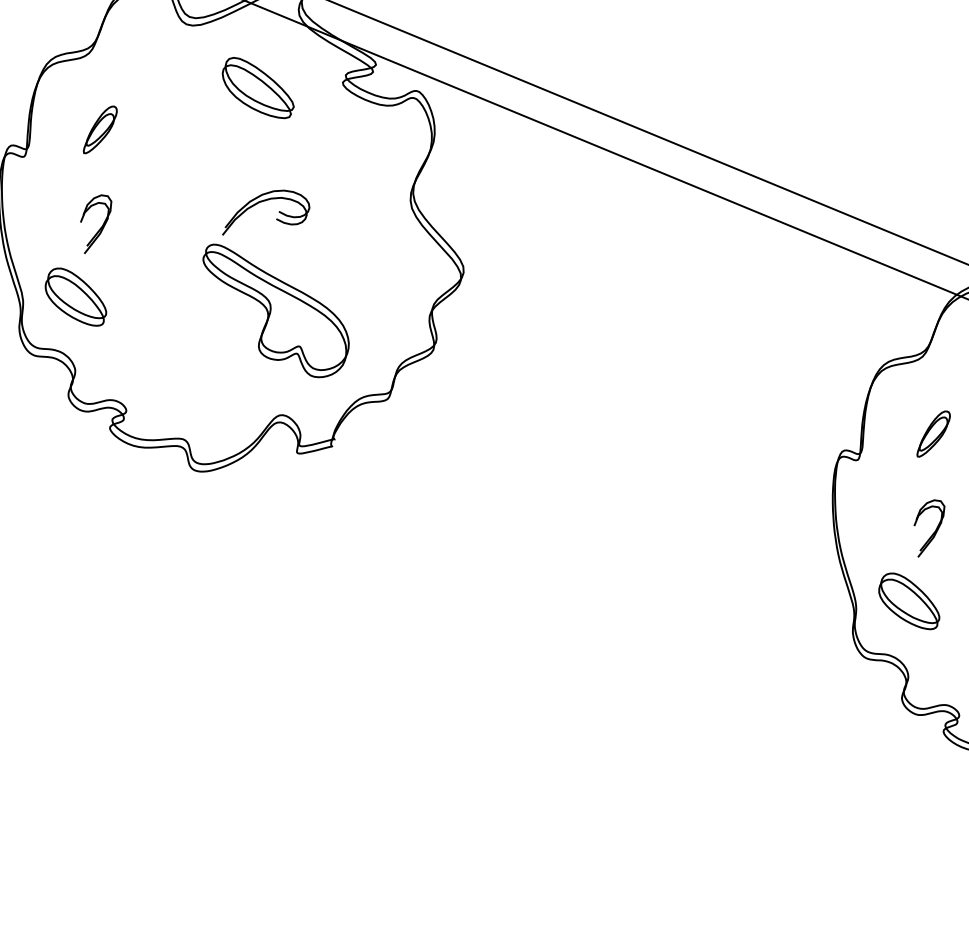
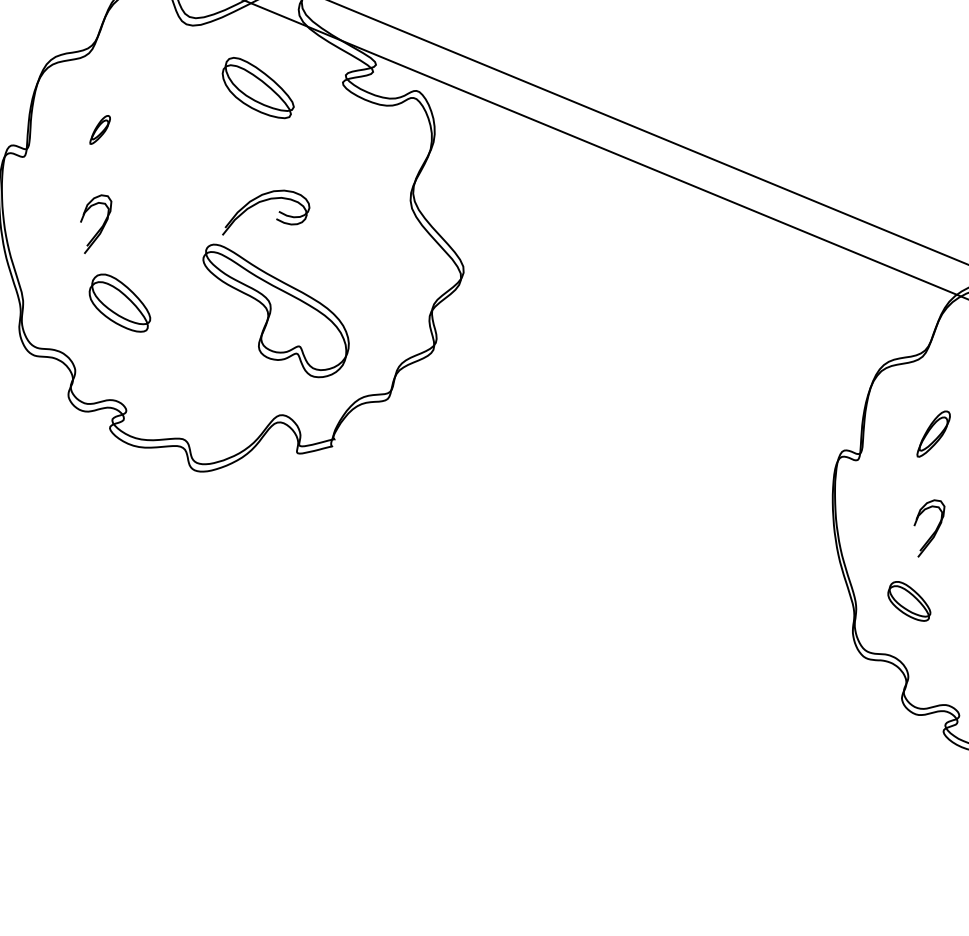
part at (99, 129) size: 36x50 px -> 22x30 px
part at (75, 296) position: (75, 296) -> (119, 302)
part at (909, 601) size: 63x59 px -> 45x41 px
